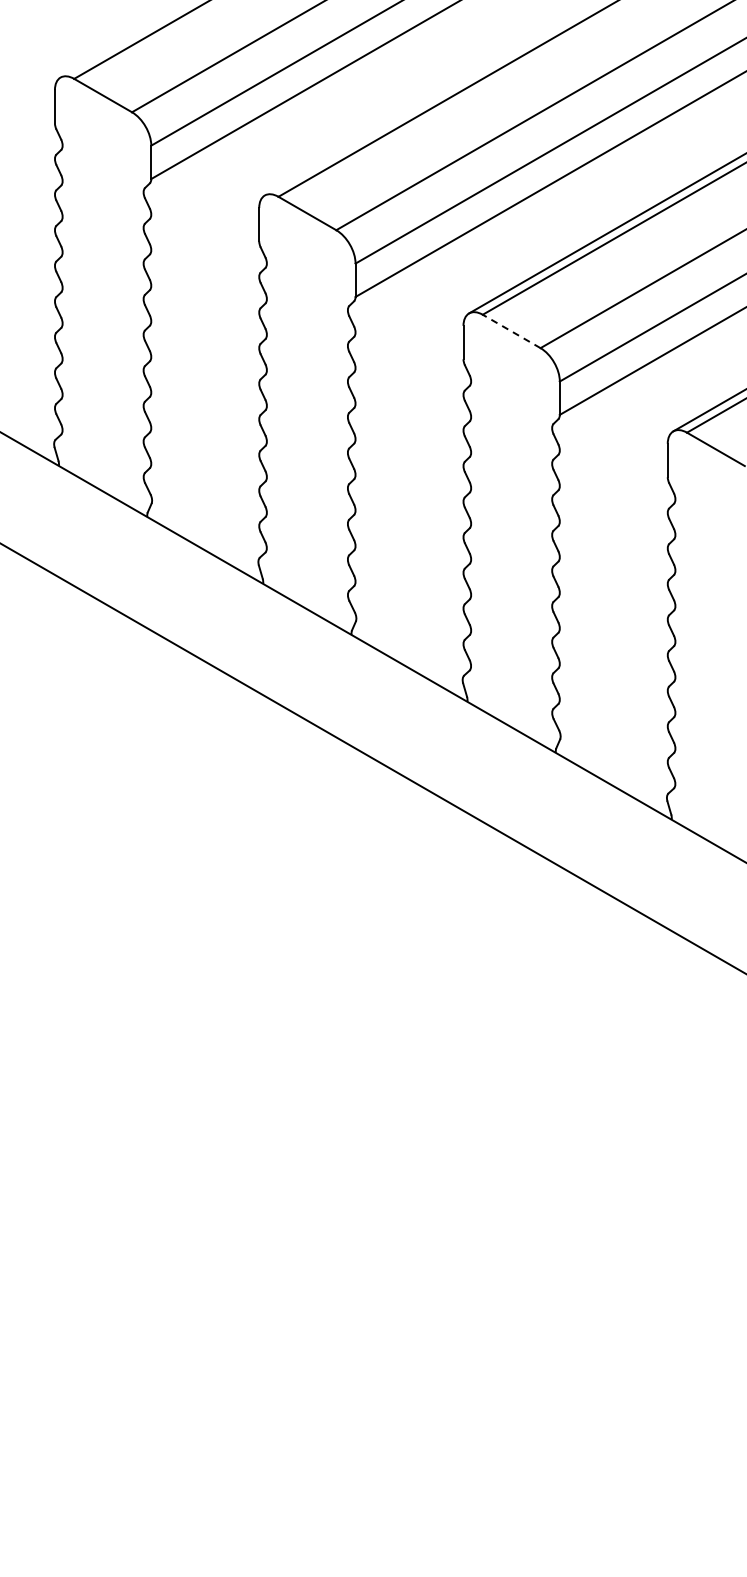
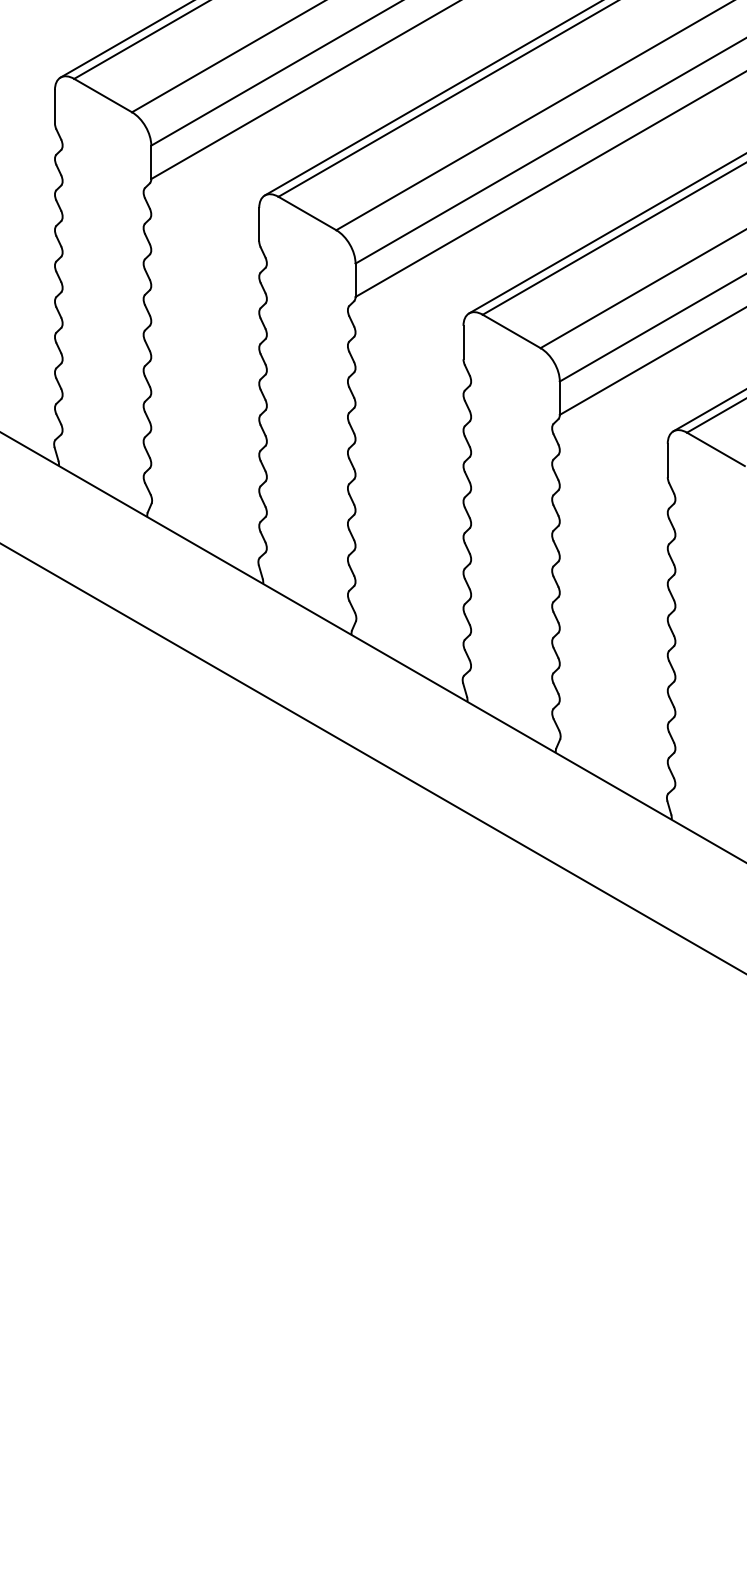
line at (125, 39): none -> present
line at (431, 98): none -> present
line at (511, 331): dashed -> solid
